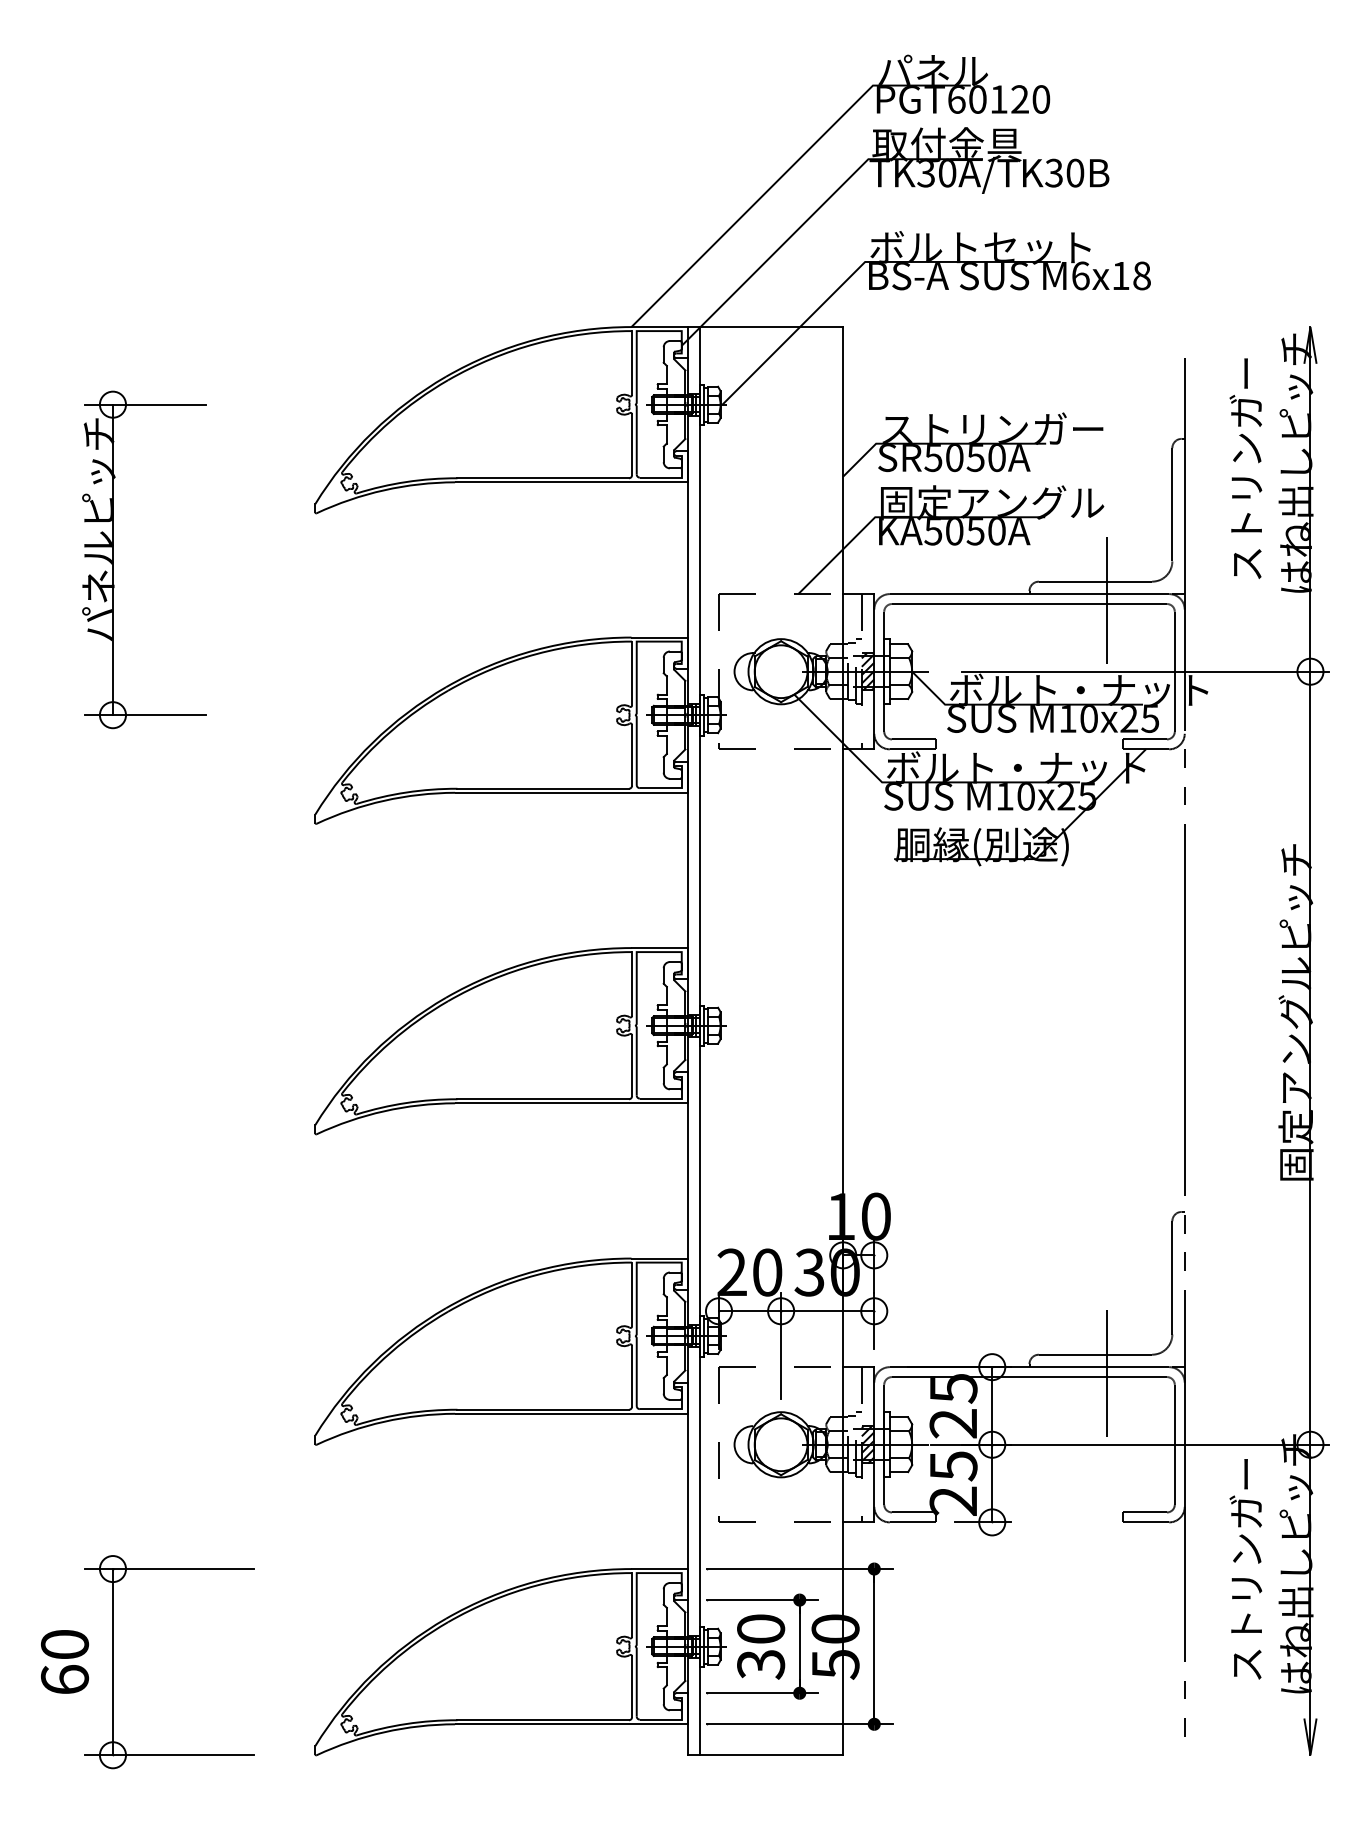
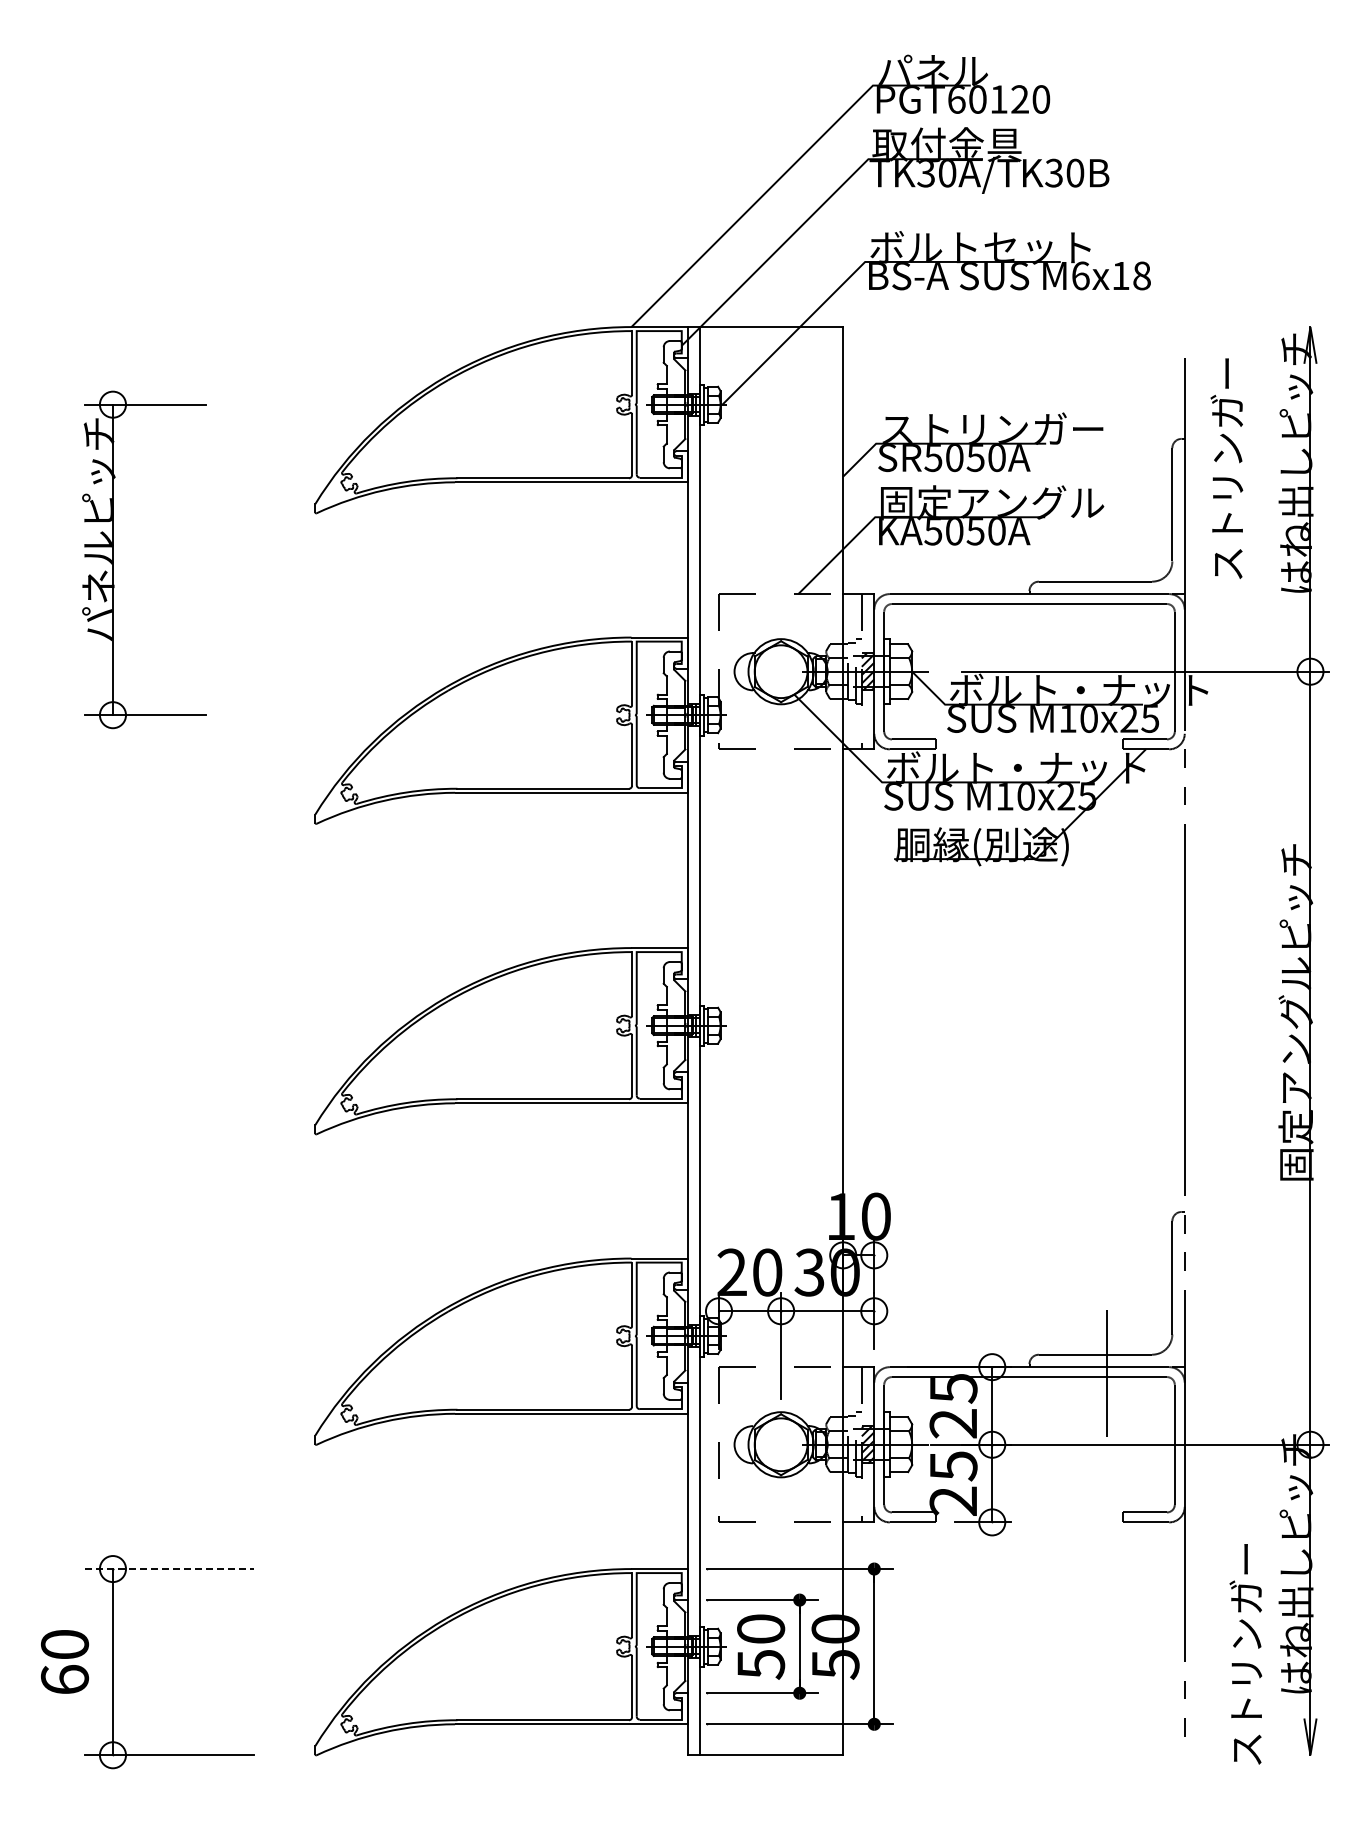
text at (1245, 468) position: (1245, 468) -> (1226, 468)
line at (1107, 600): present -> none
line at (169, 1569): solid -> dashed
text at (1245, 1569) position: (1245, 1569) -> (1245, 1654)
text at (760, 1664): 30 -> 50
